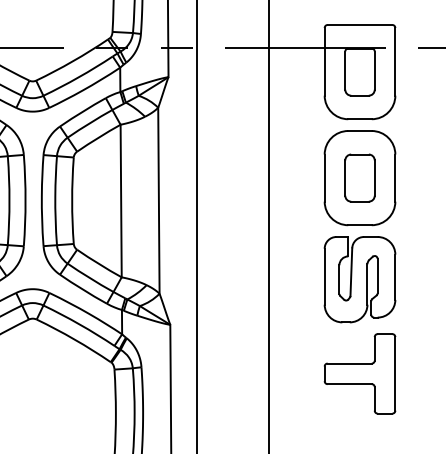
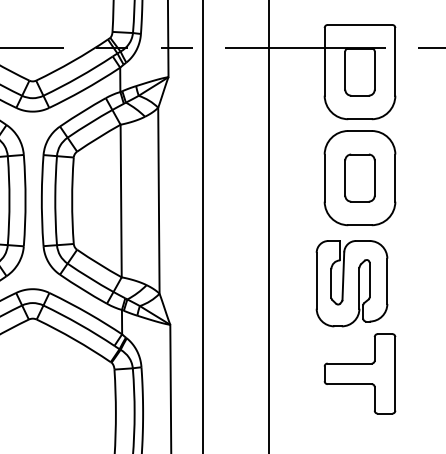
line at (196, 226) position: (196, 226) -> (202, 226)
part at (359, 279) position: (359, 279) -> (351, 283)
